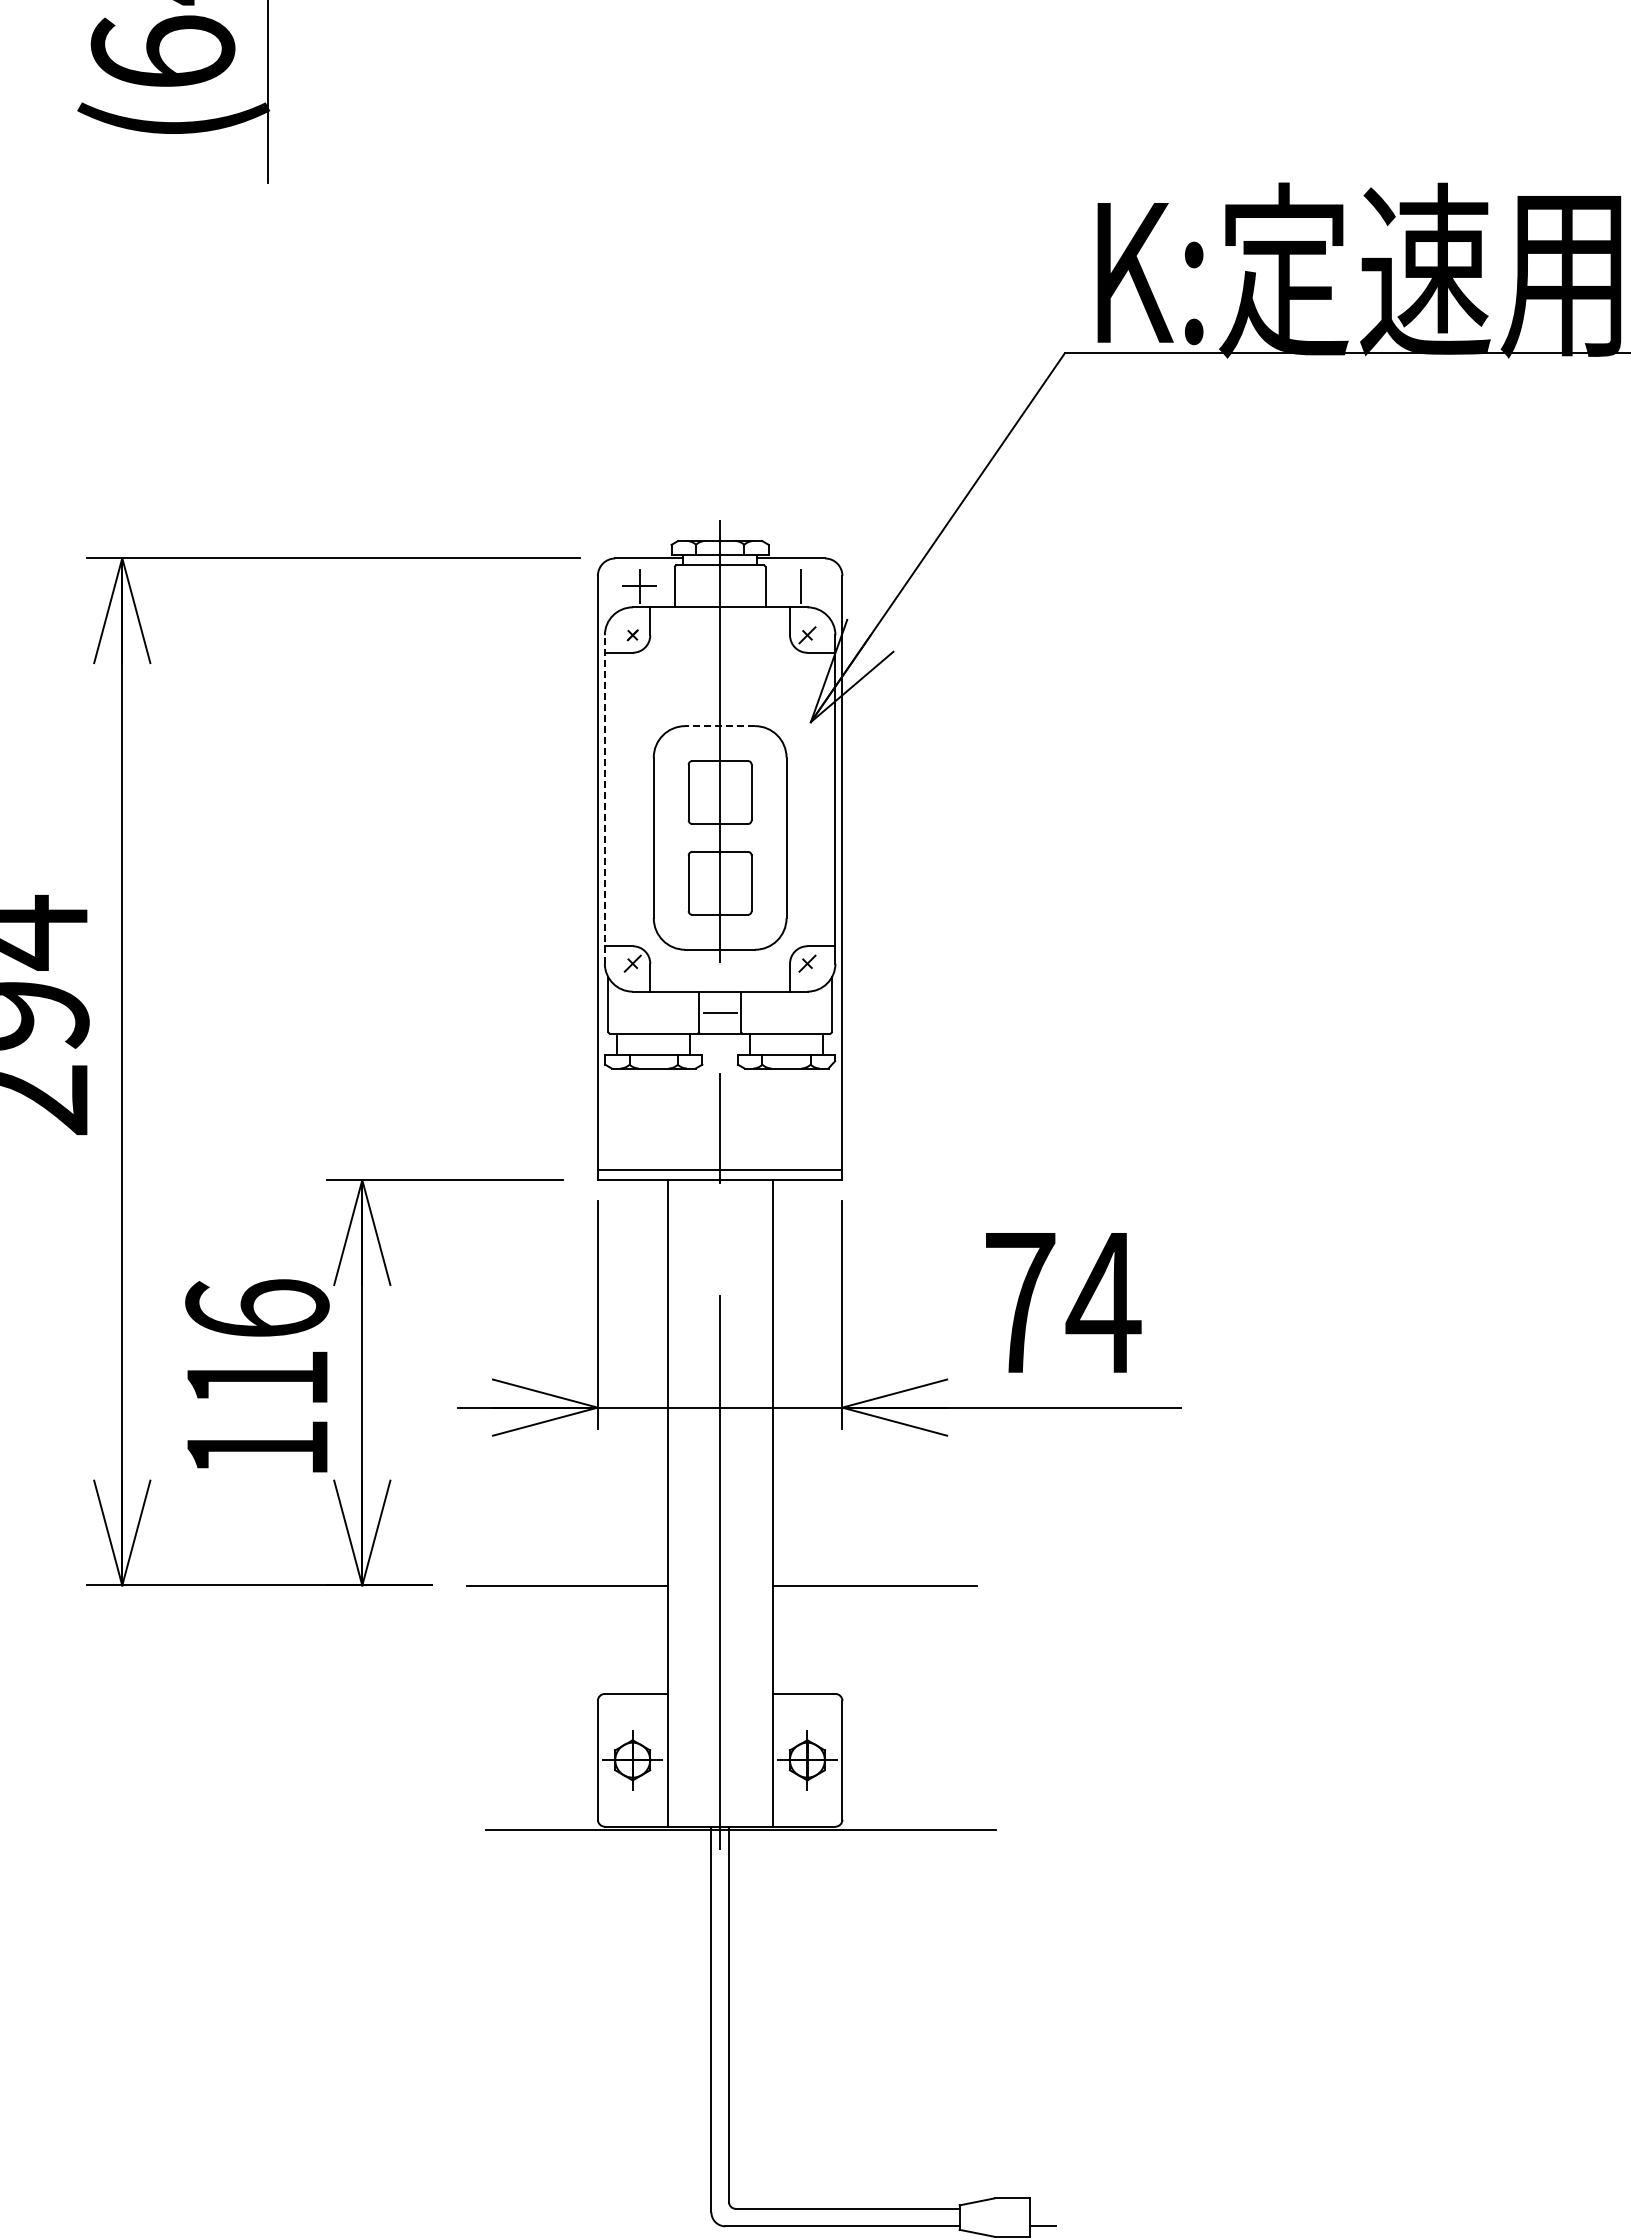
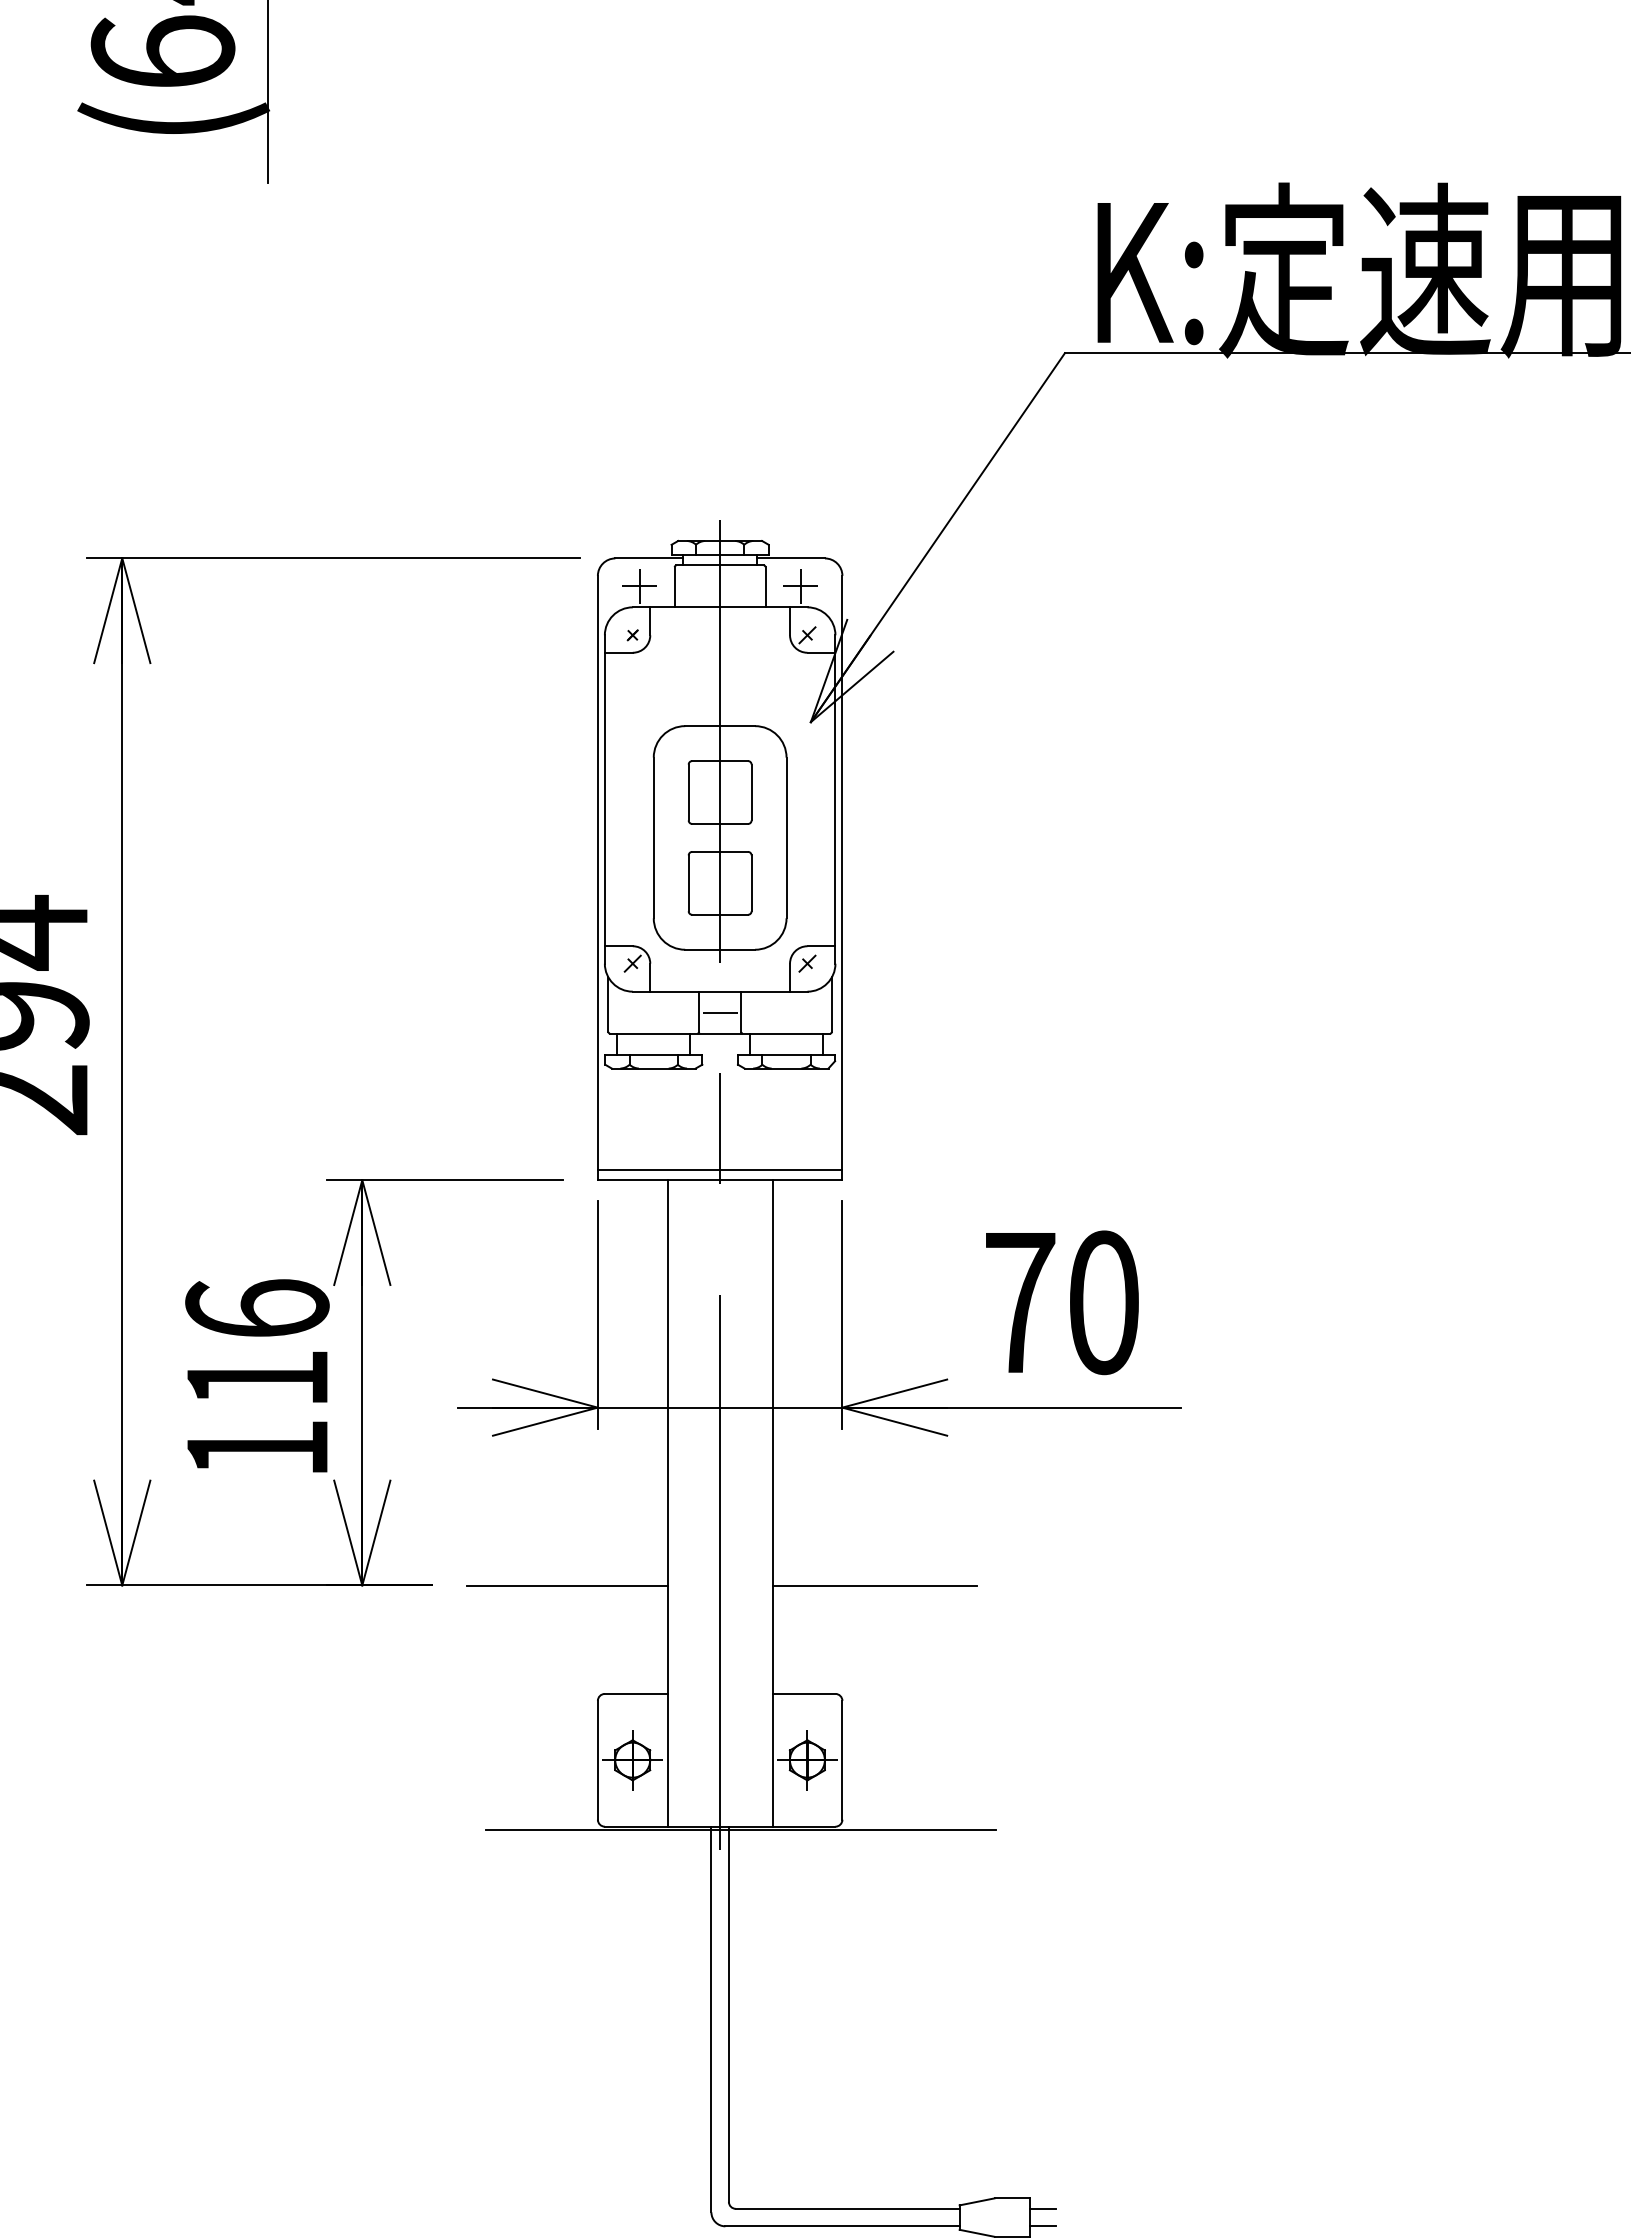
line at (800, 586): none -> present
line at (720, 726): dashed -> solid
line at (604, 799): dashed -> solid
text at (1103, 1302): 74 -> 70
line at (1042, 2208): none -> present
